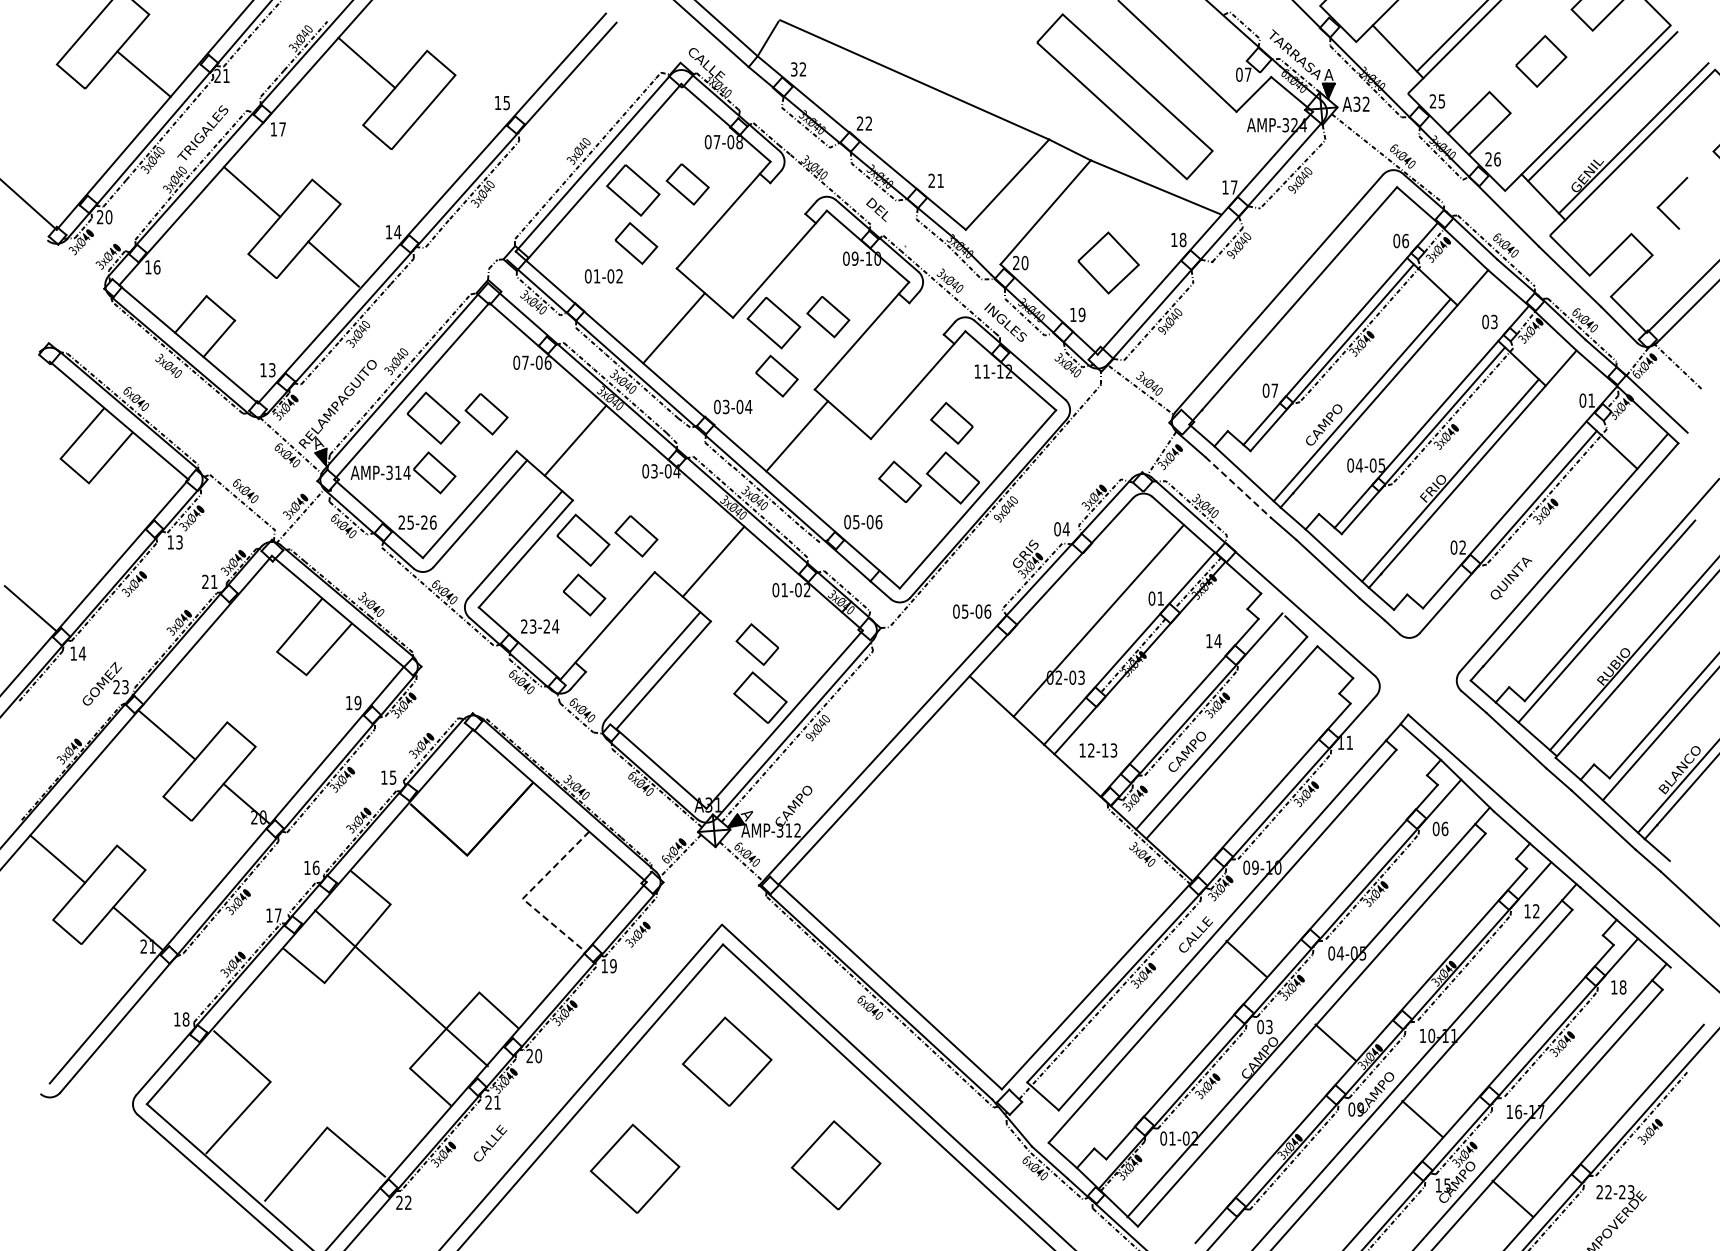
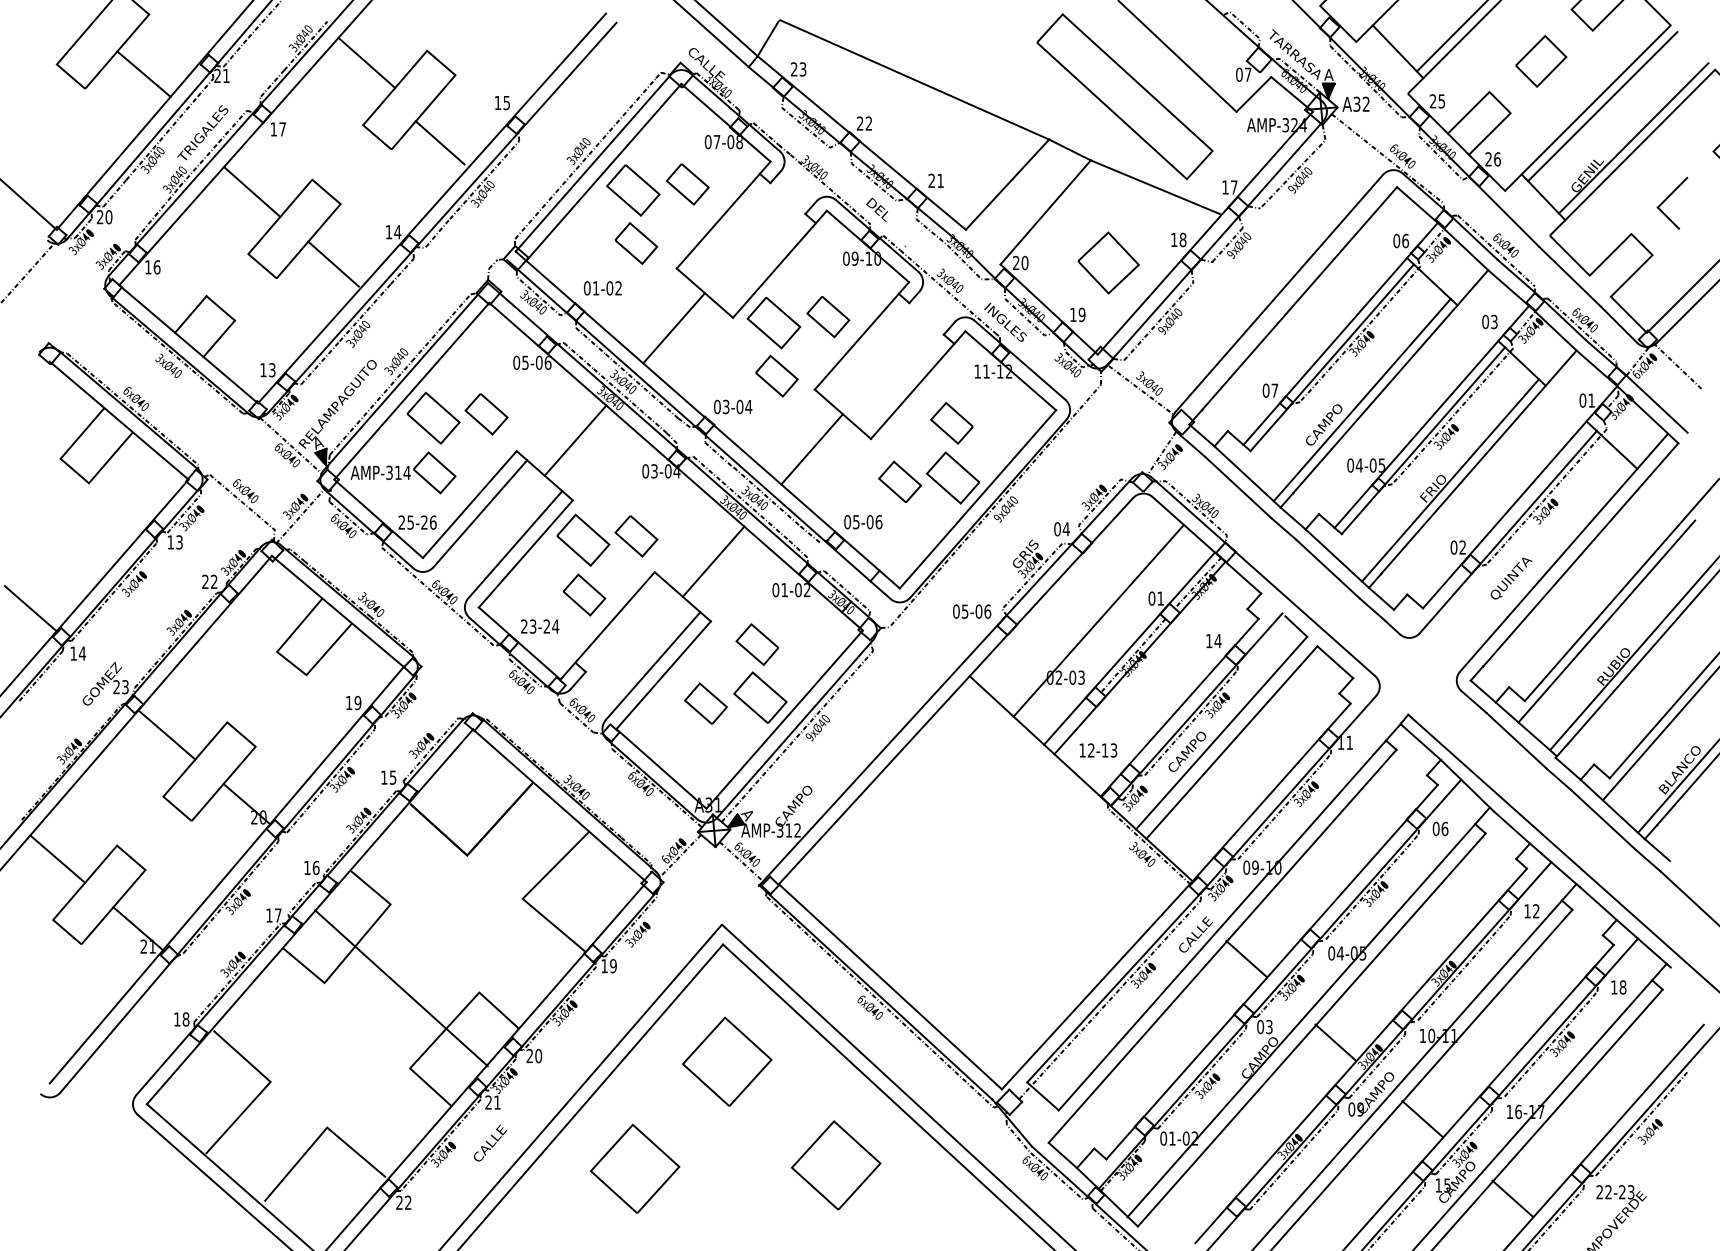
text at (798, 69): 32 -> 23
line at (439, 142): none -> present
line at (28, 271): none -> present
text at (603, 276) position: (603, 276) -> (602, 288)
text at (525, 362): 07-06 -> 05-06
line at (796, 436) position: (796, 436) -> (811, 449)
line at (1238, 487): dashed -> solid
text at (214, 581): 21 -> 22
part at (705, 703): none -> present
line at (526, 894): dashed -> solid
